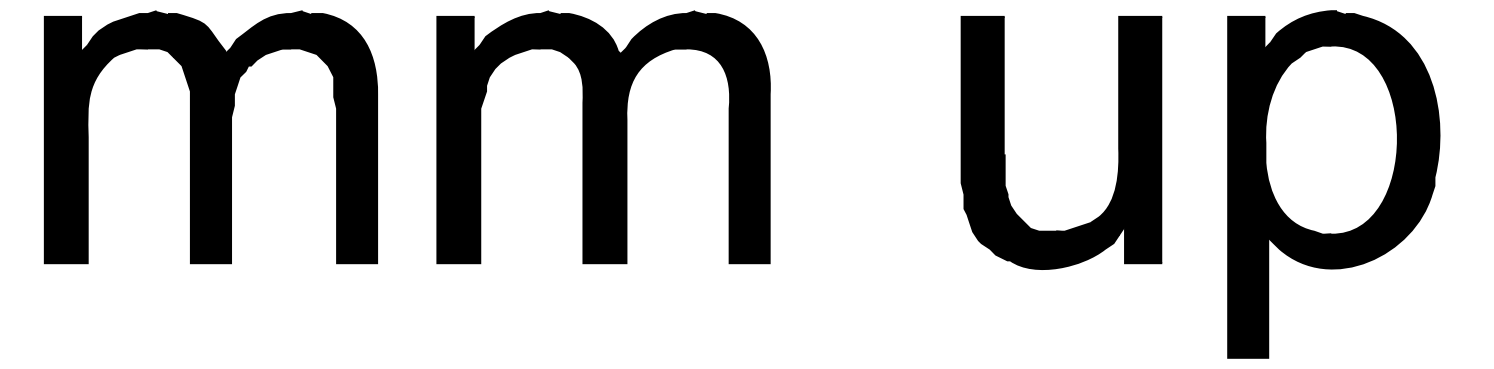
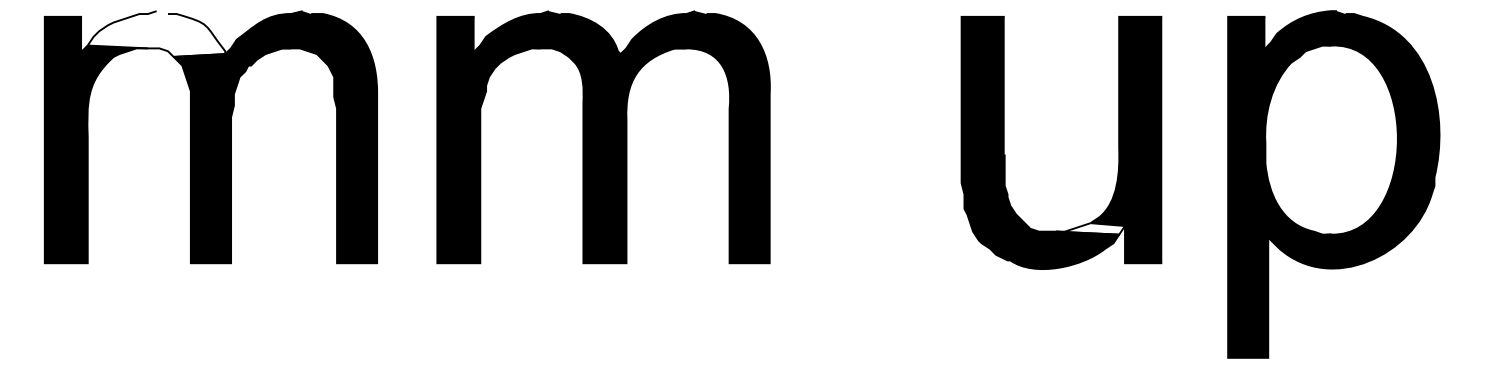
fill at (156, 33): present -> none
fill at (1090, 228): present -> none
